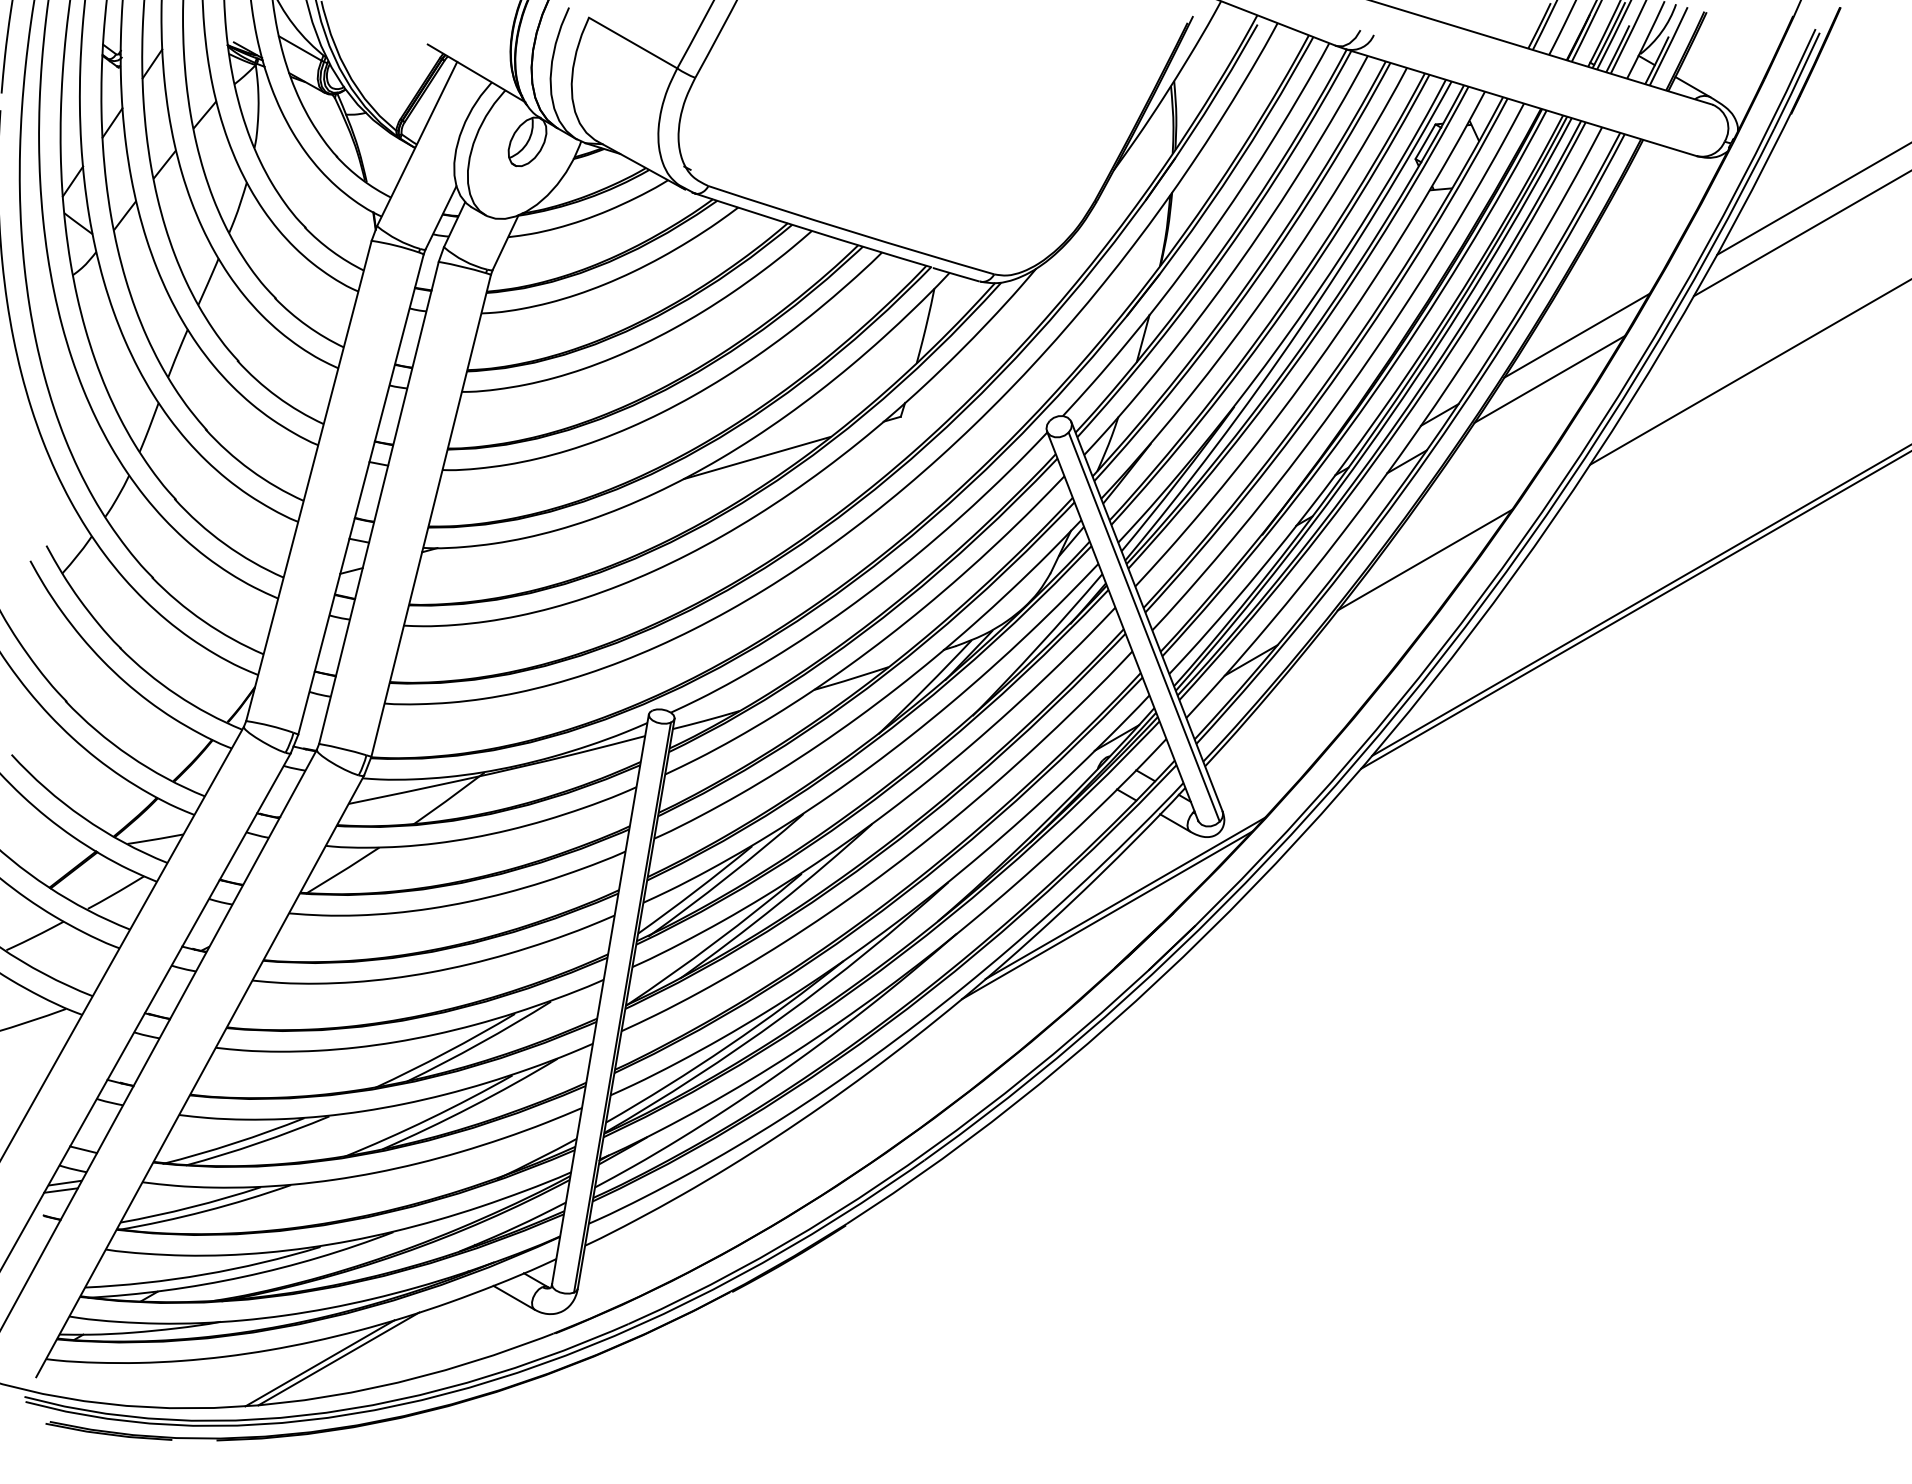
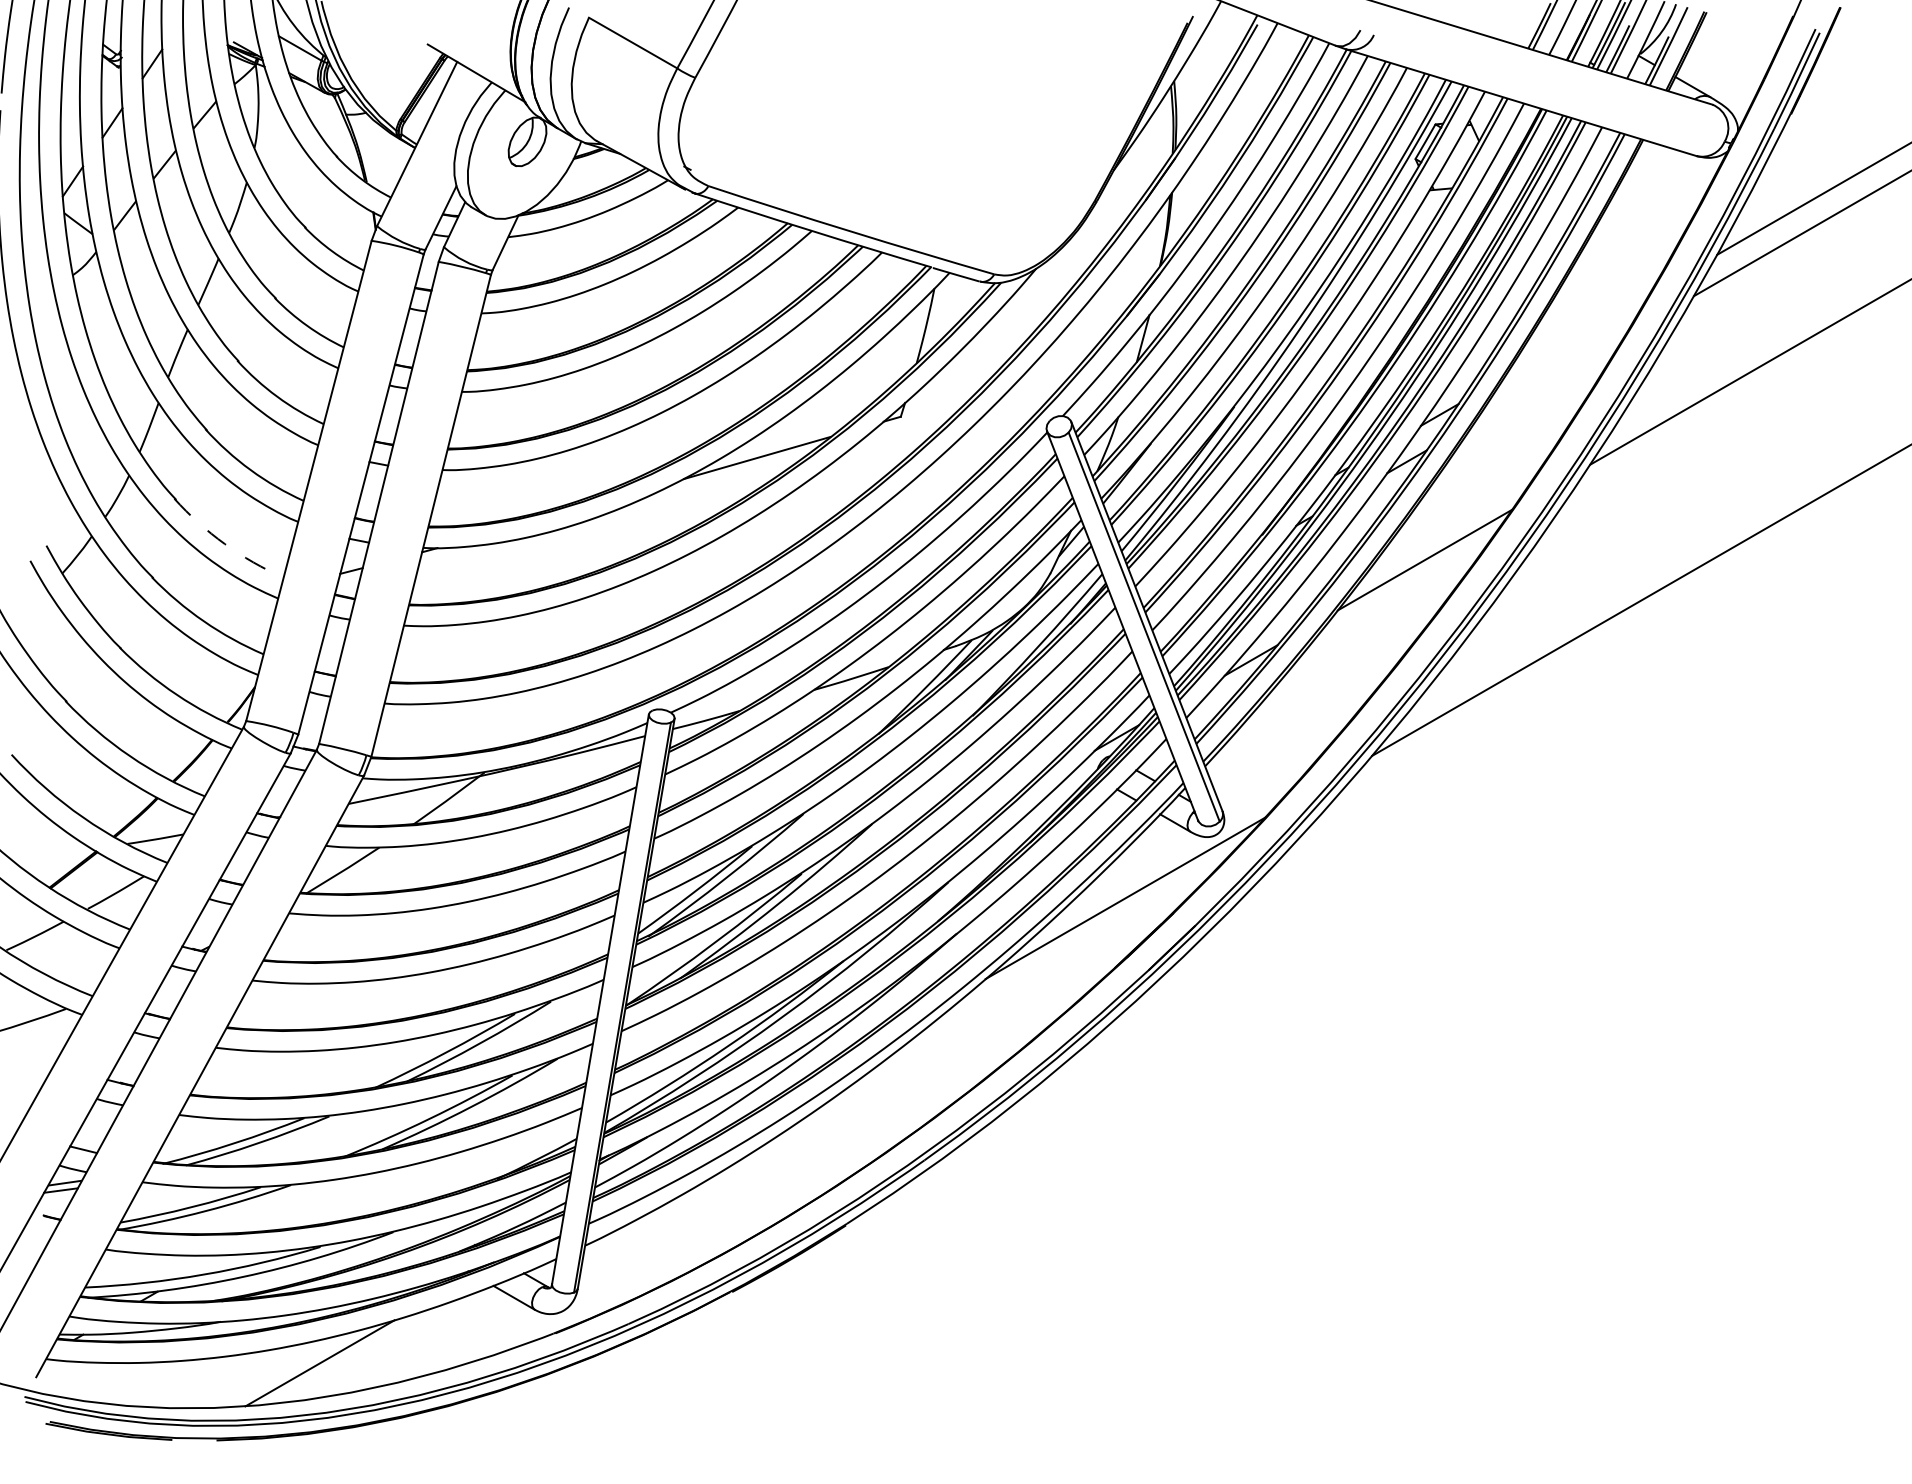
line at (1577, 335): present -> none
line at (1549, 379): present -> none
arc at (224, 544): solid -> dashed
line at (1634, 610): present -> none
line at (1107, 915): present -> none
line at (338, 1358): present -> none
